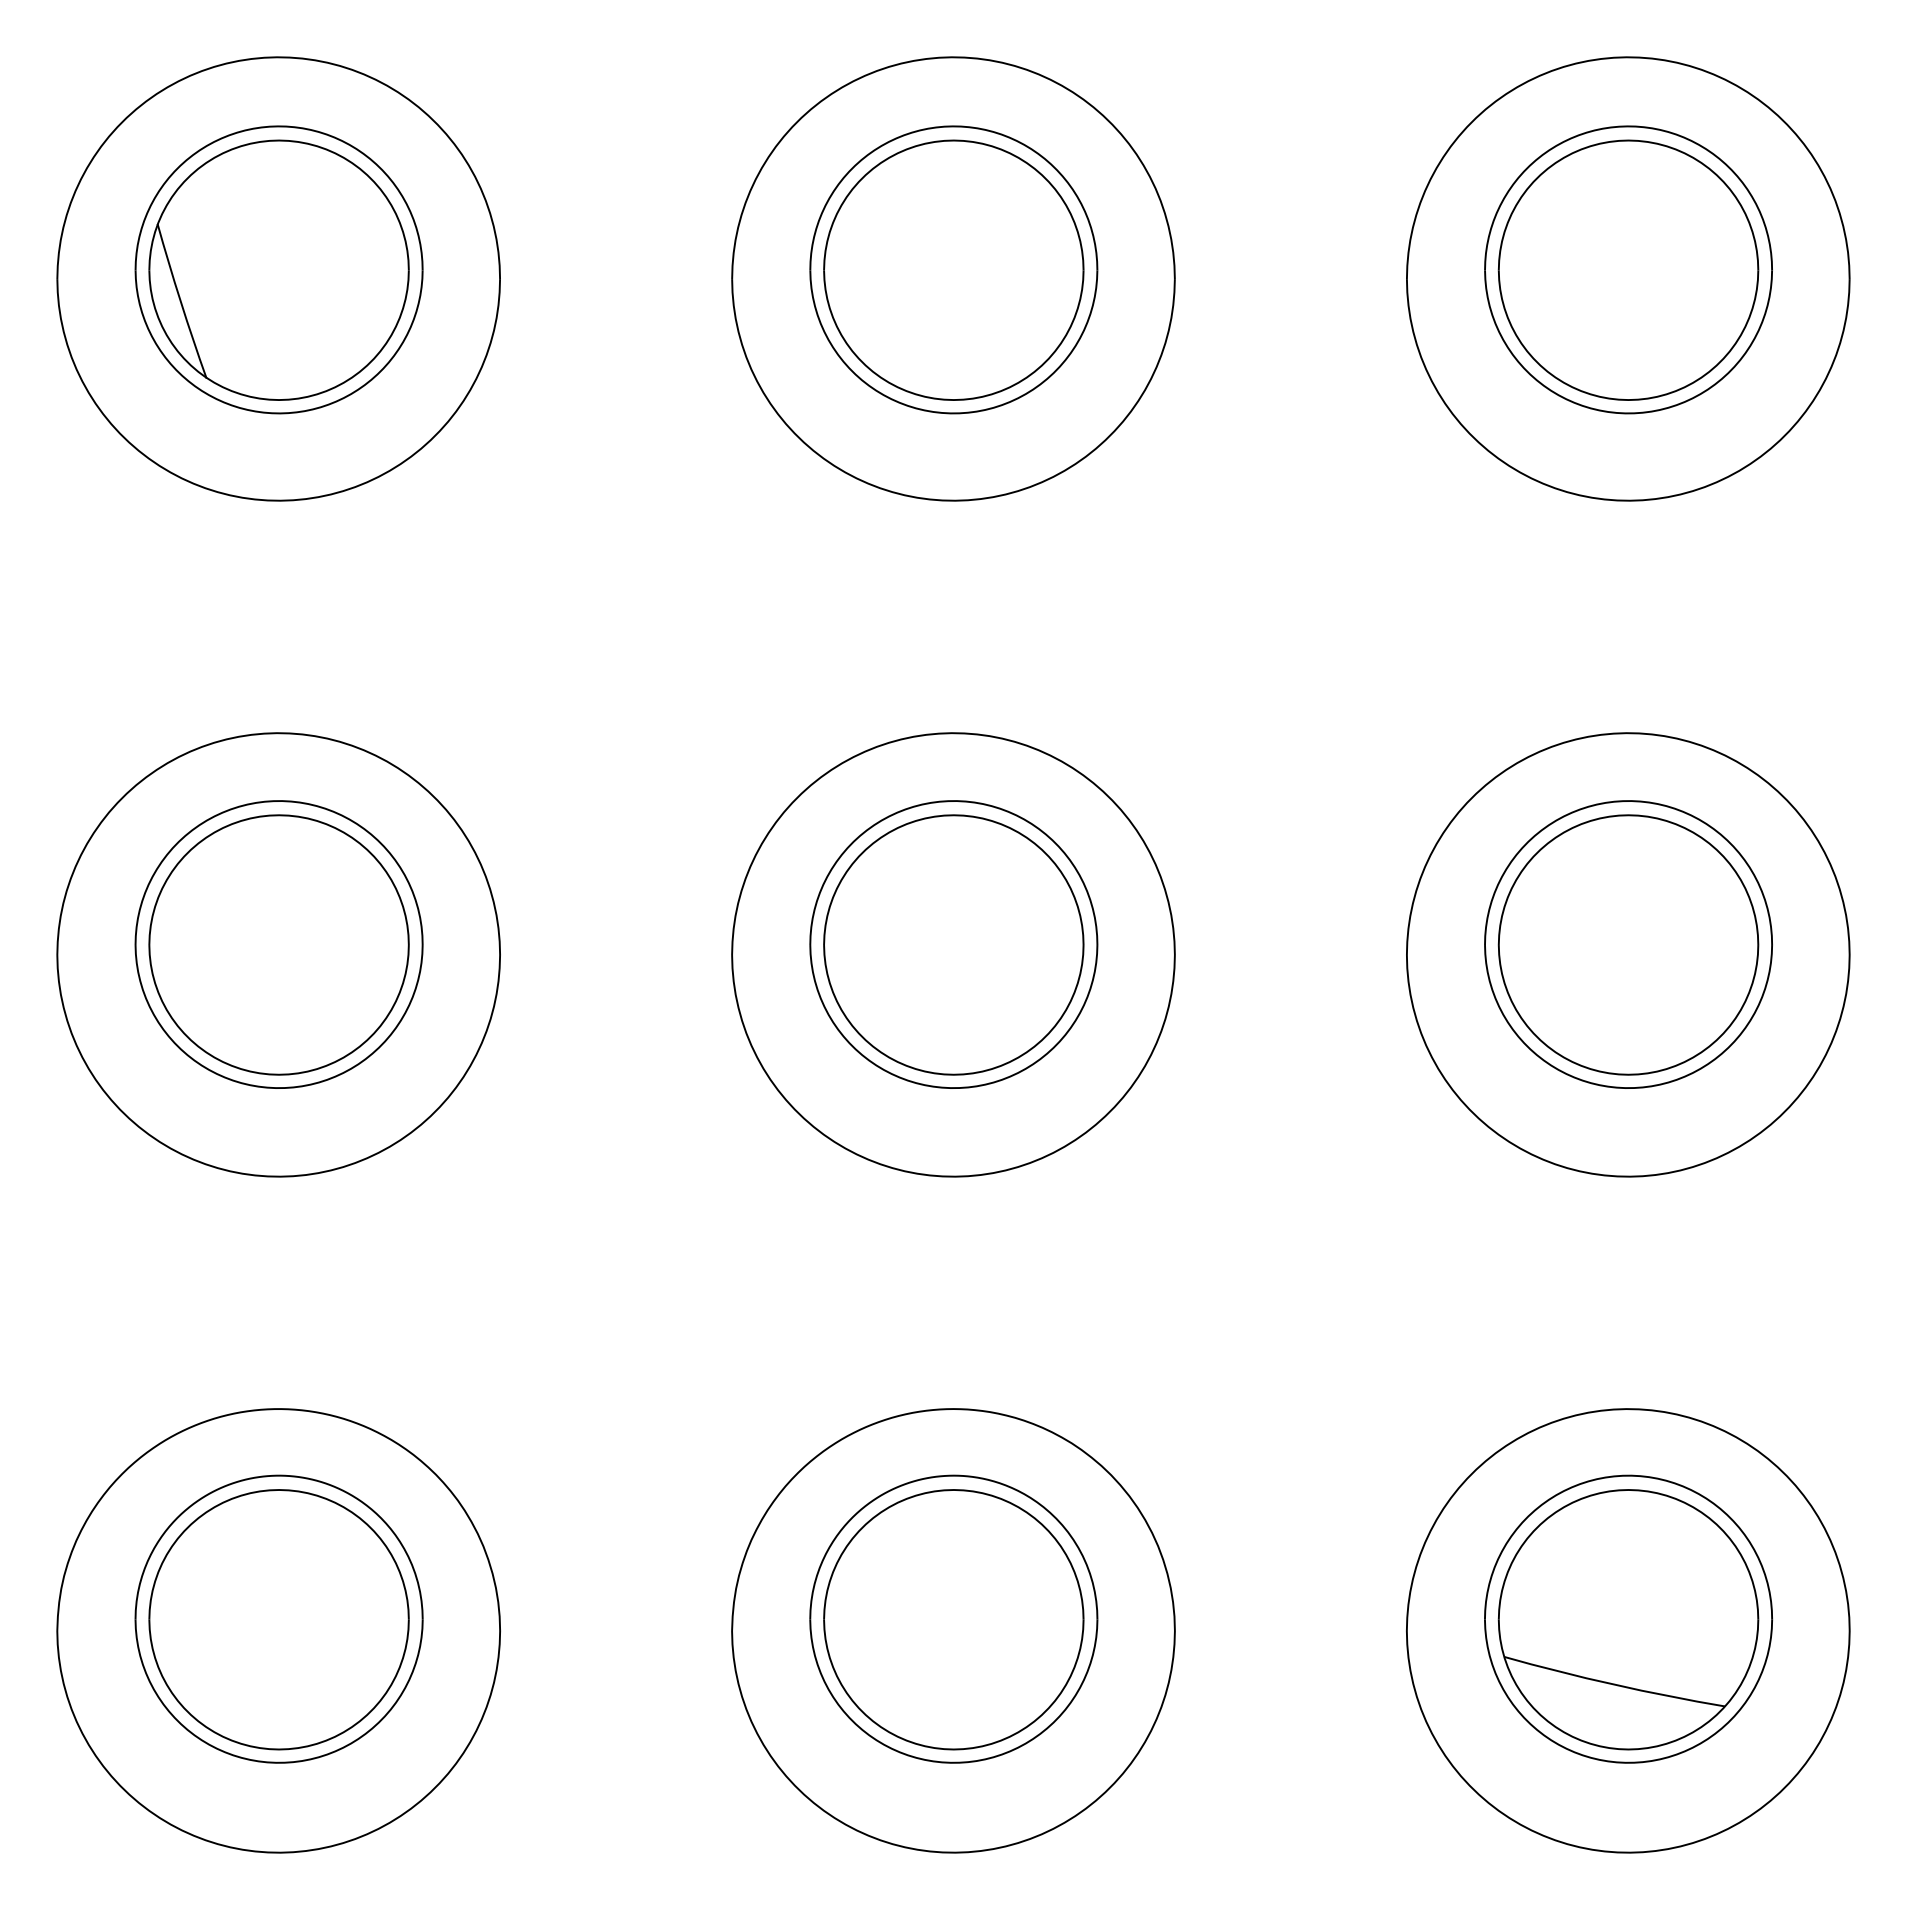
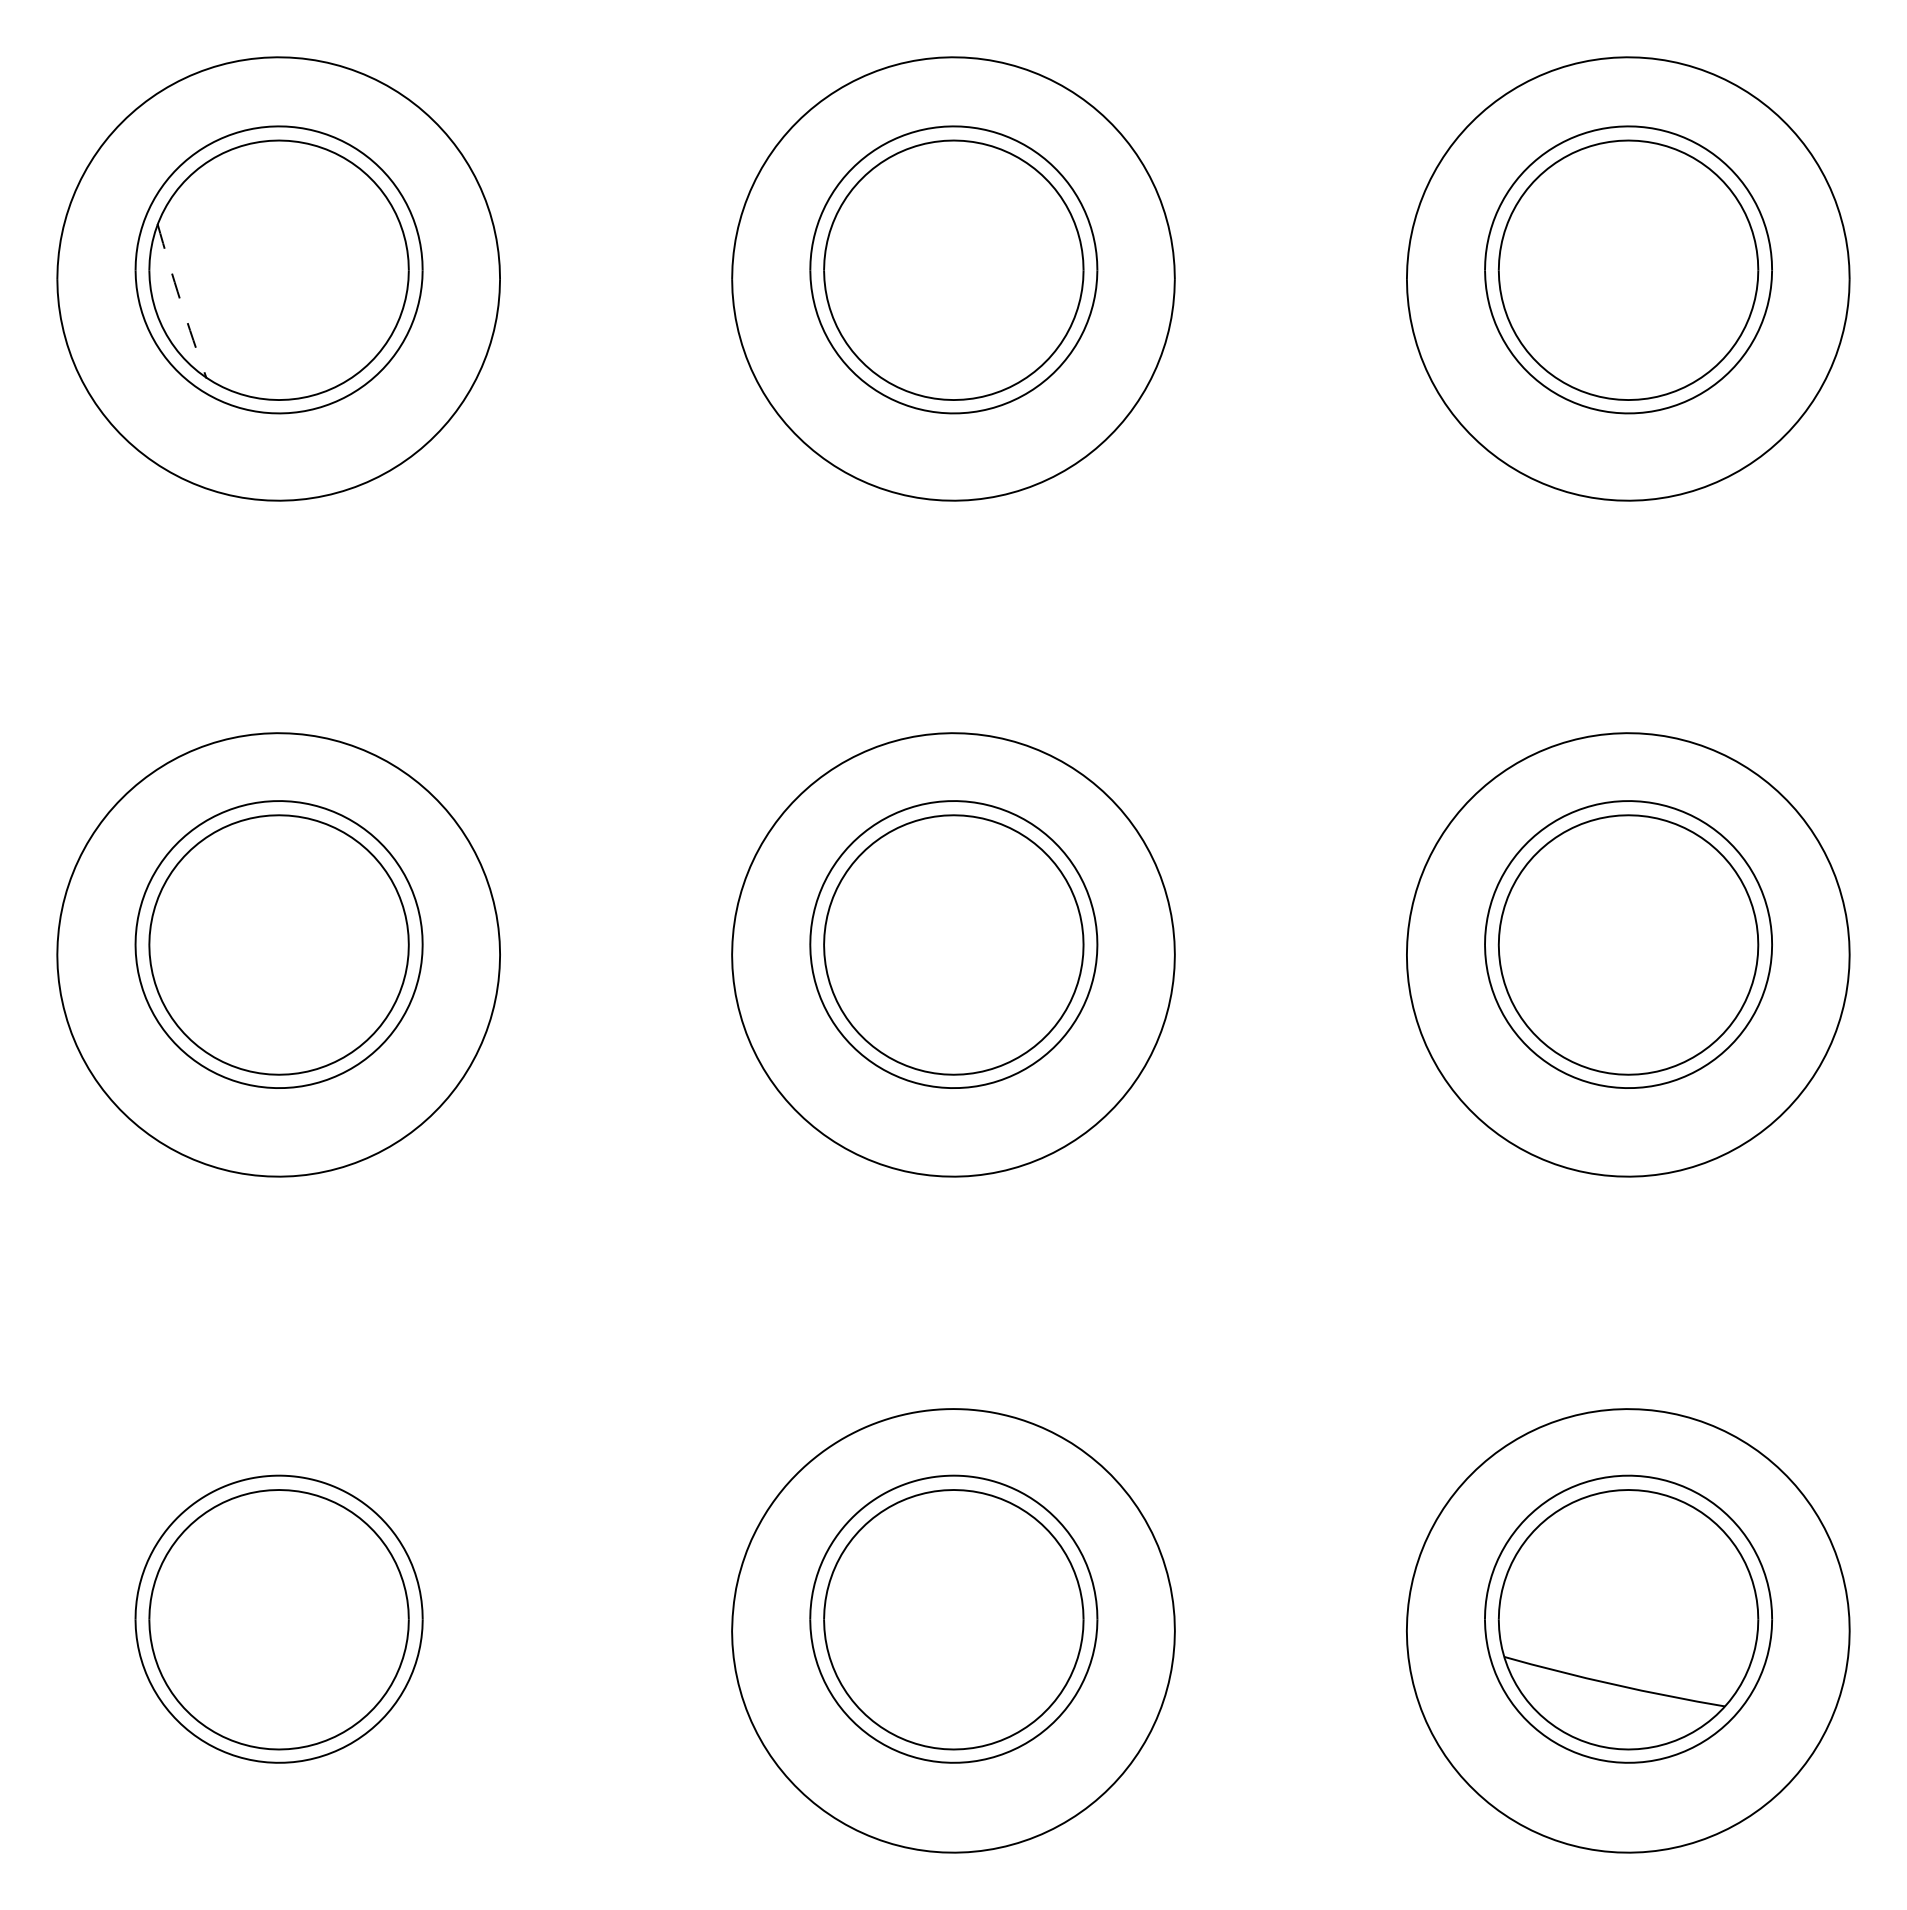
arc at (180, 301): solid -> dashed
part at (278, 1630): present -> none
